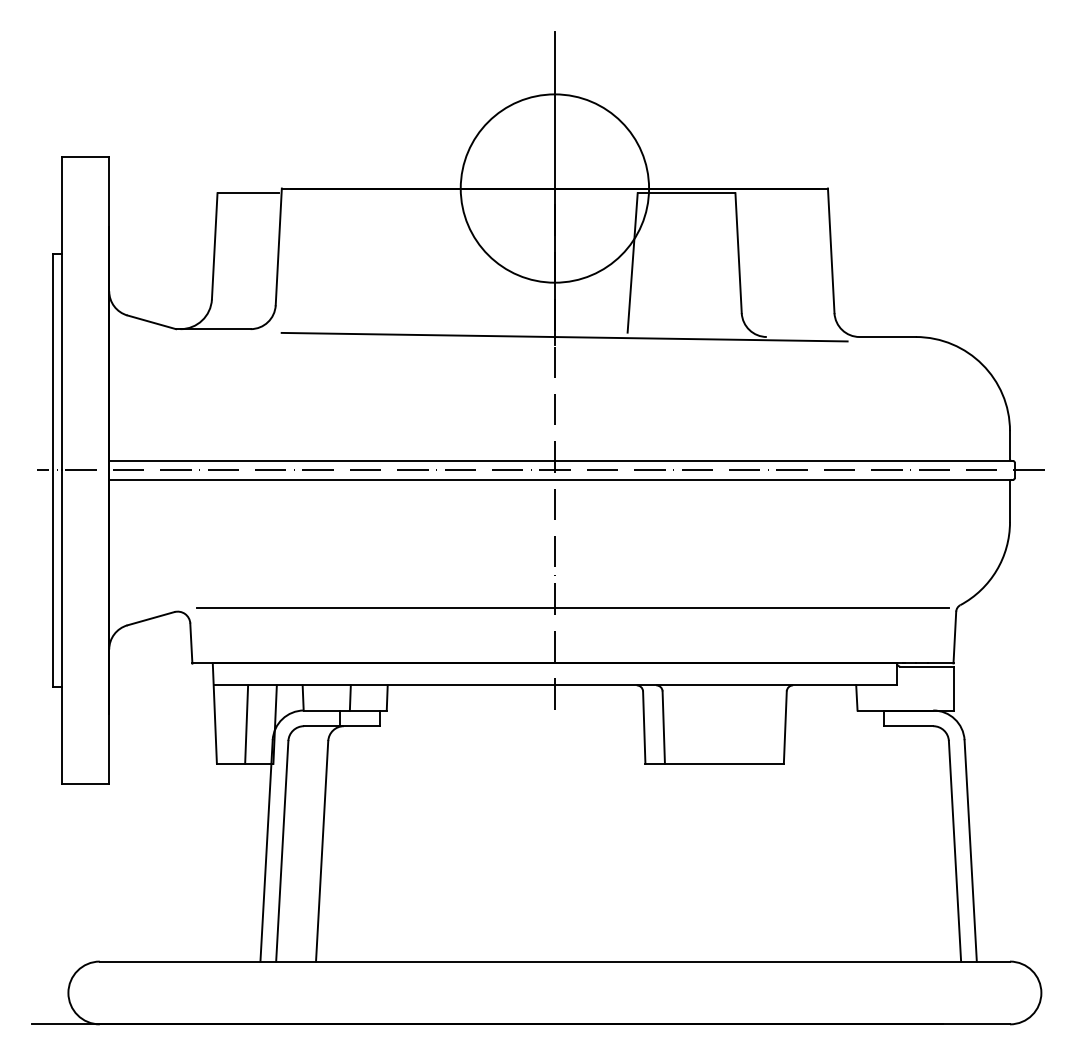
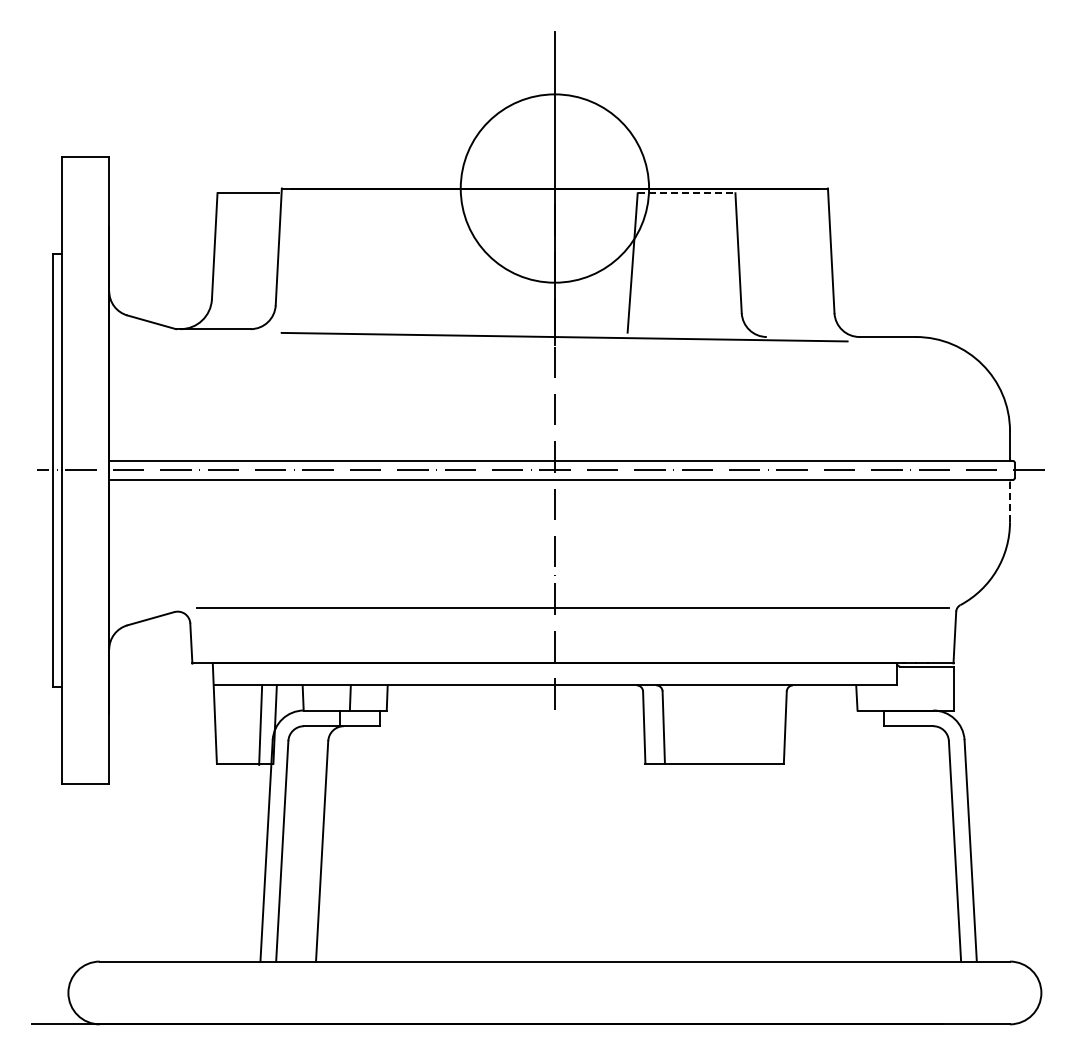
line at (686, 193): solid -> dashed
line at (1010, 501): solid -> dashed
line at (246, 724) position: (246, 724) -> (260, 725)
